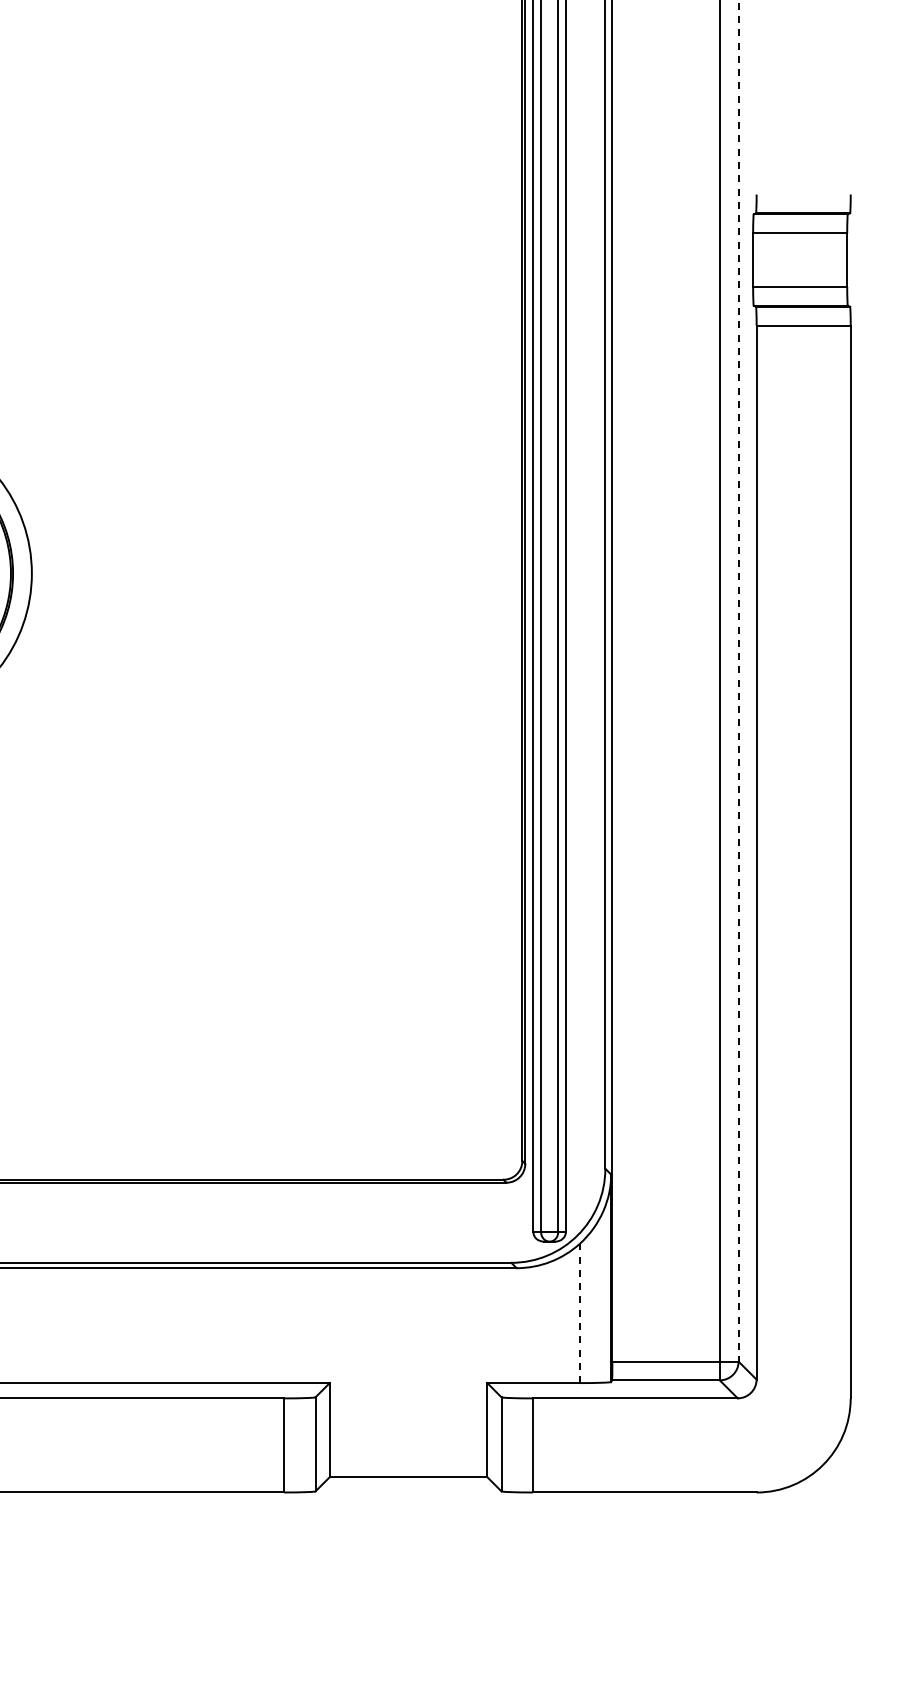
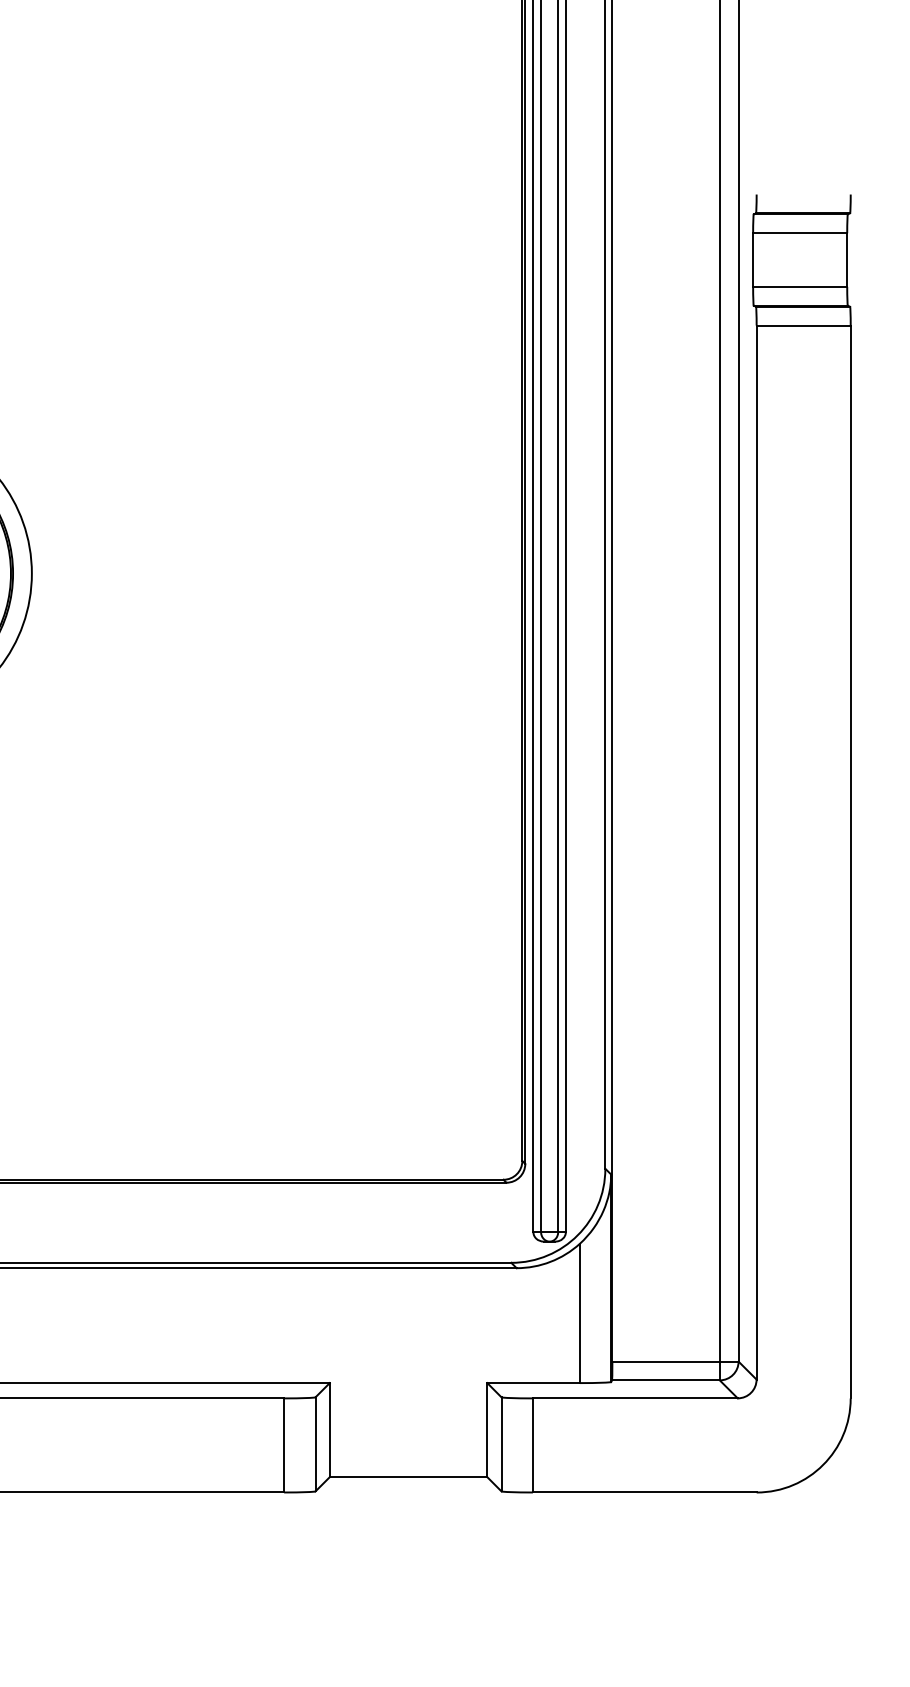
line at (738, 680): dashed -> solid
line at (579, 1313): dashed -> solid
